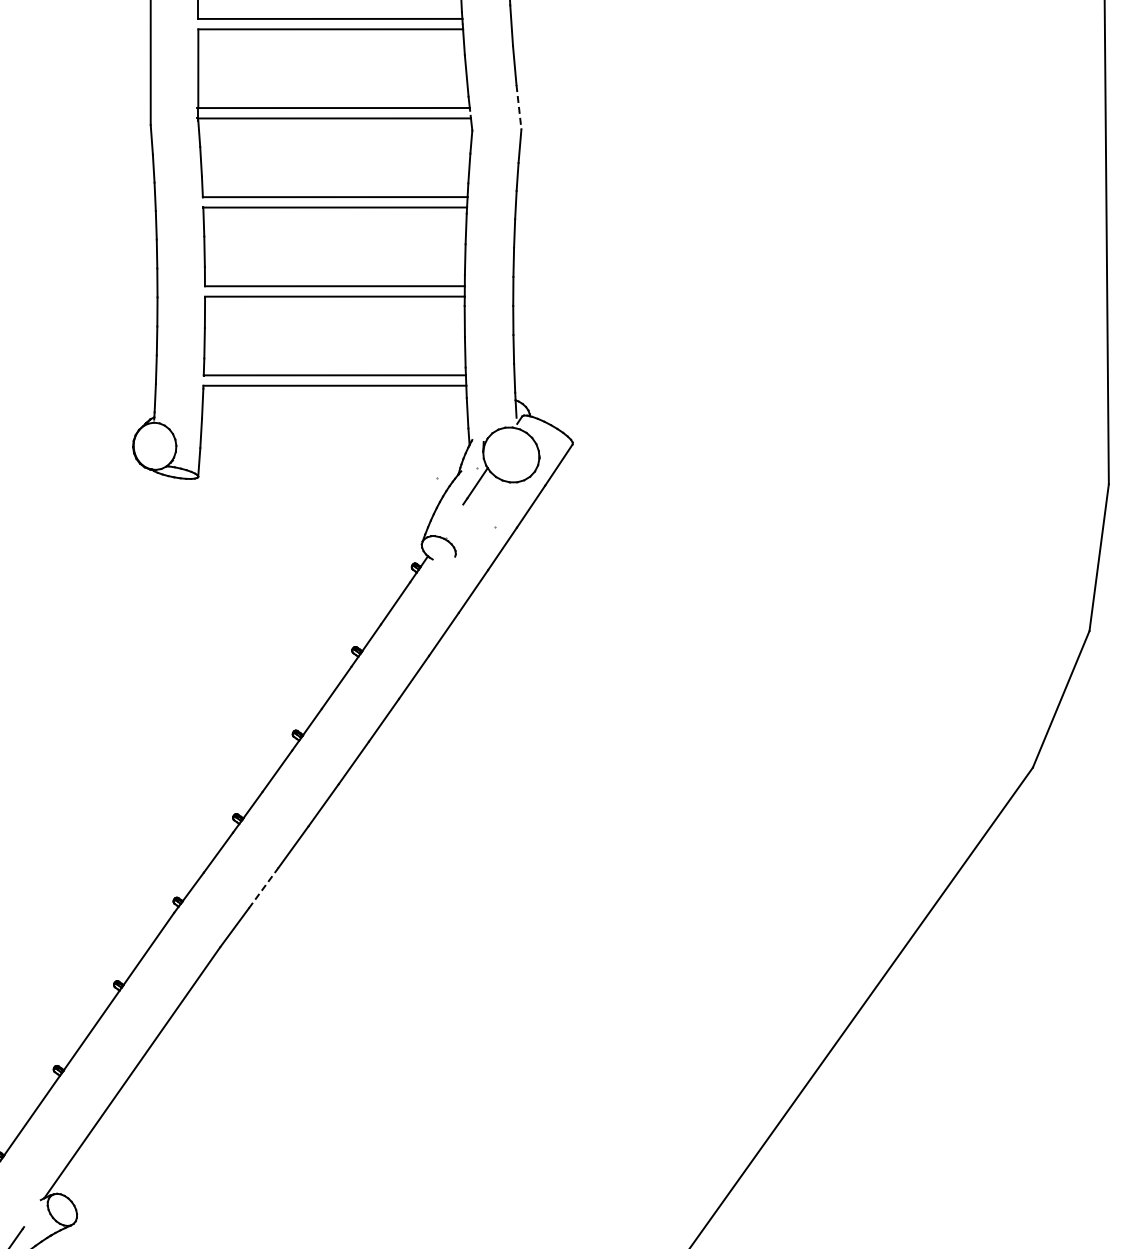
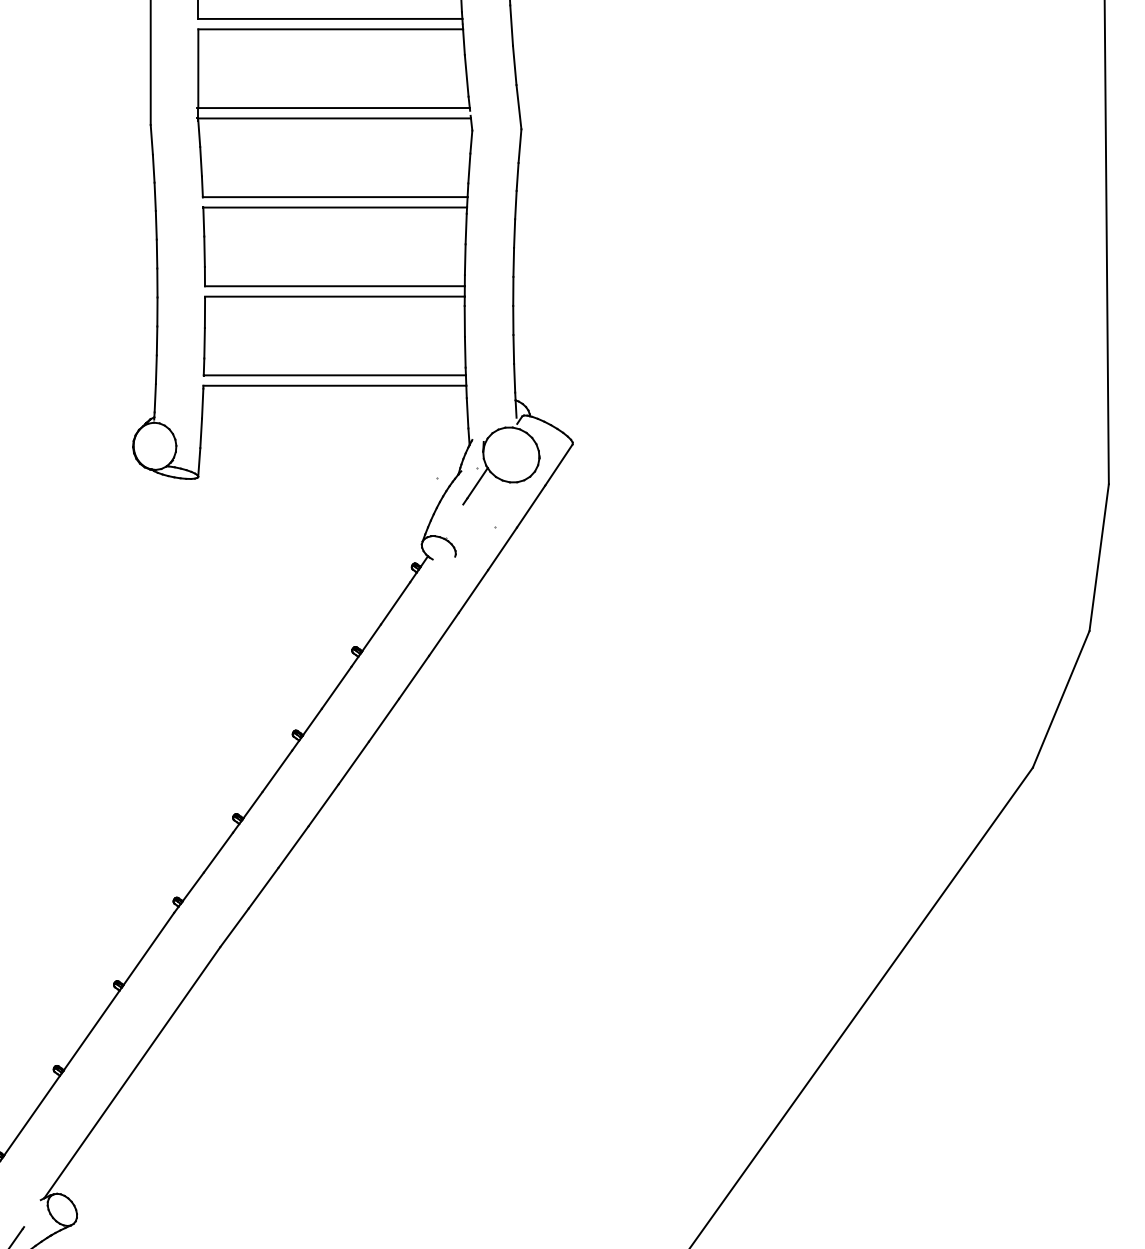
line at (519, 107): dashed -> solid
line at (263, 887): dashed -> solid
